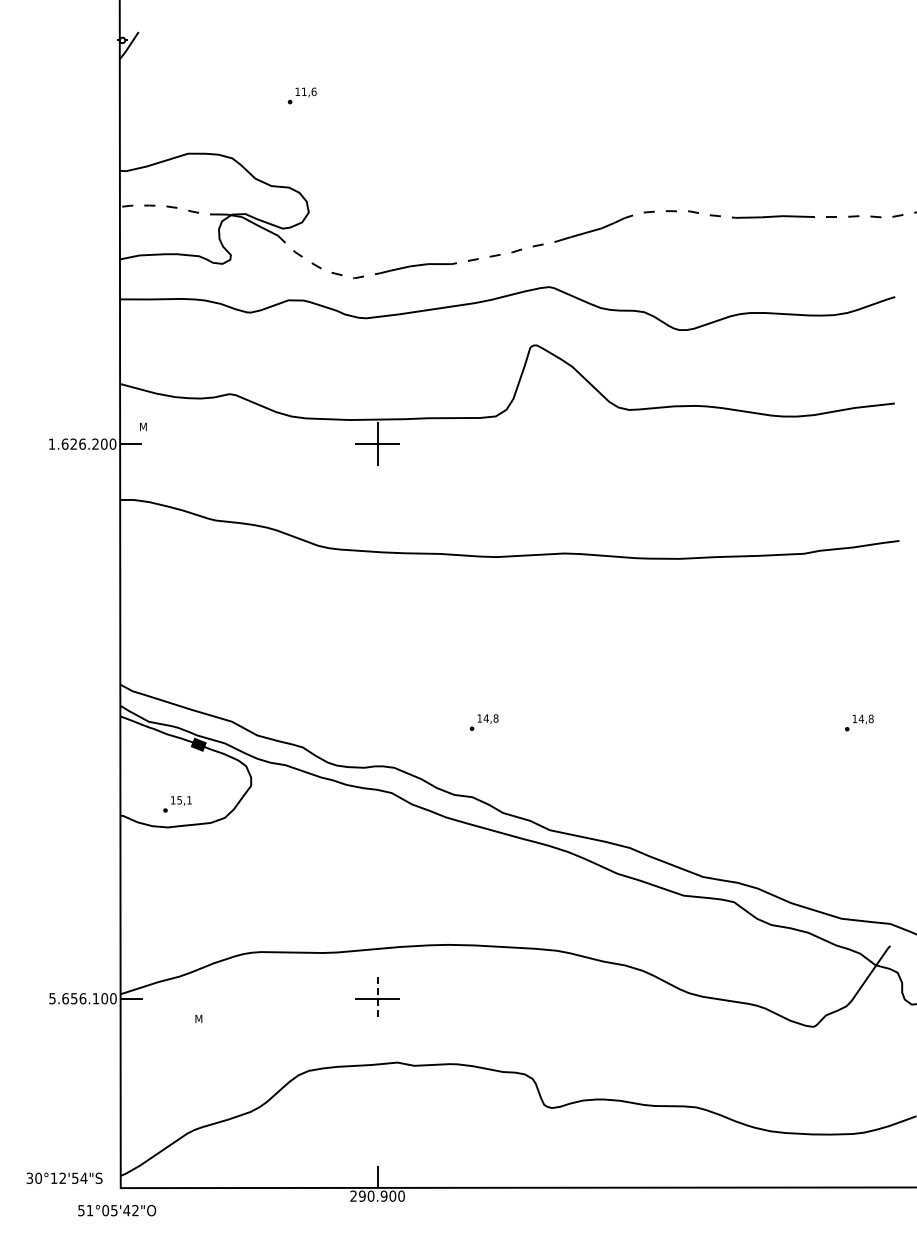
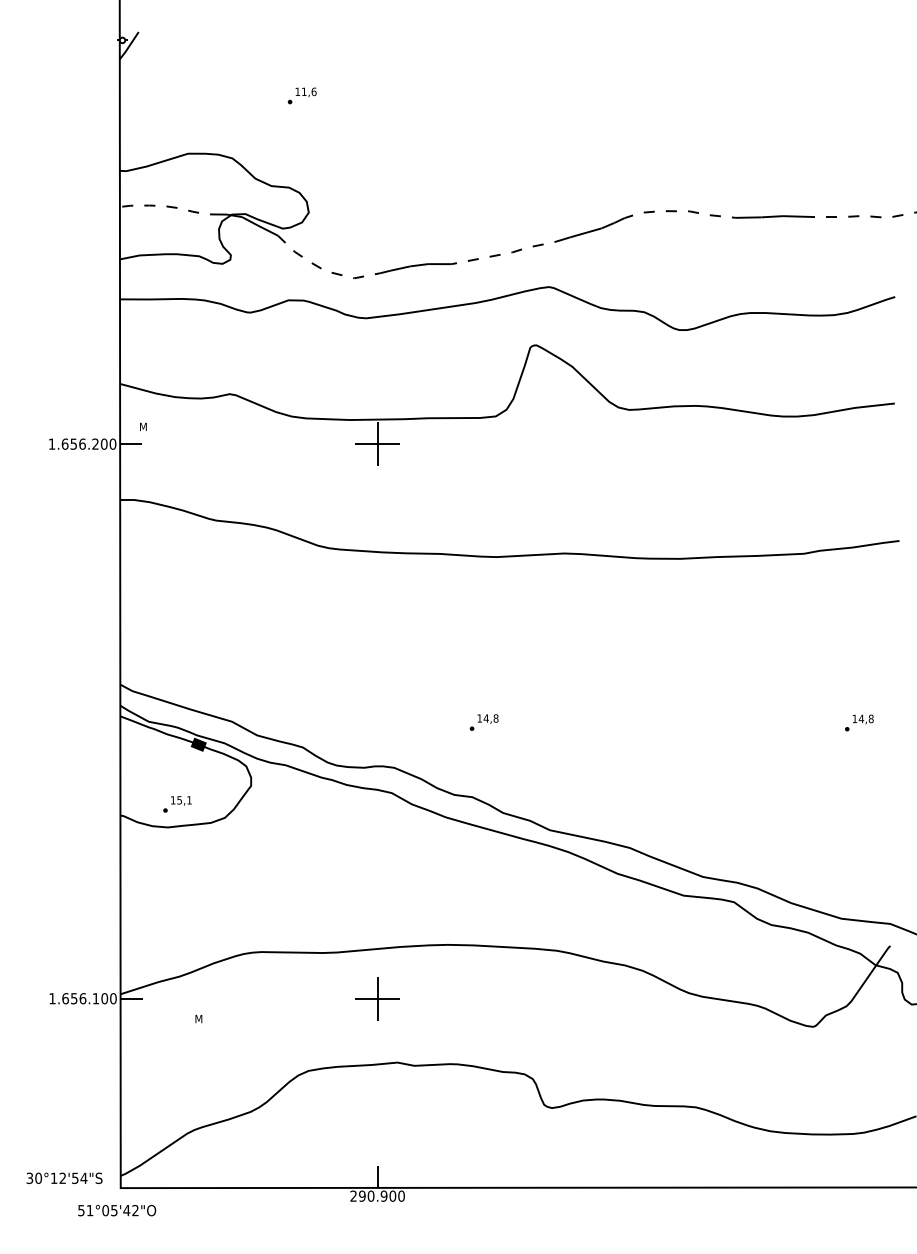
text at (73, 443): 1.626.200 -> 1.656.200
text at (52, 998): 5.656.100 -> 1.656.100
line at (377, 999): dashed -> solid
